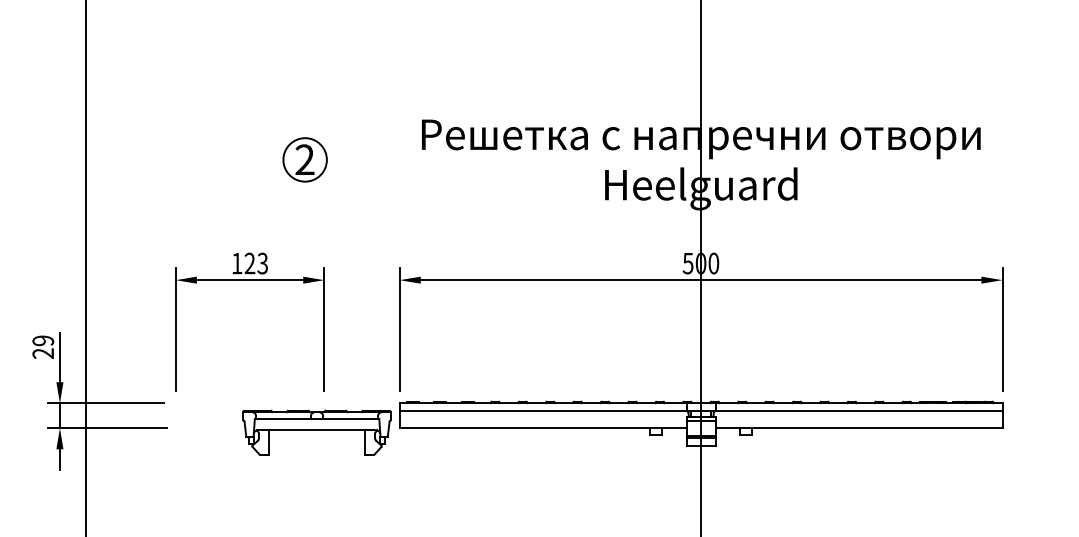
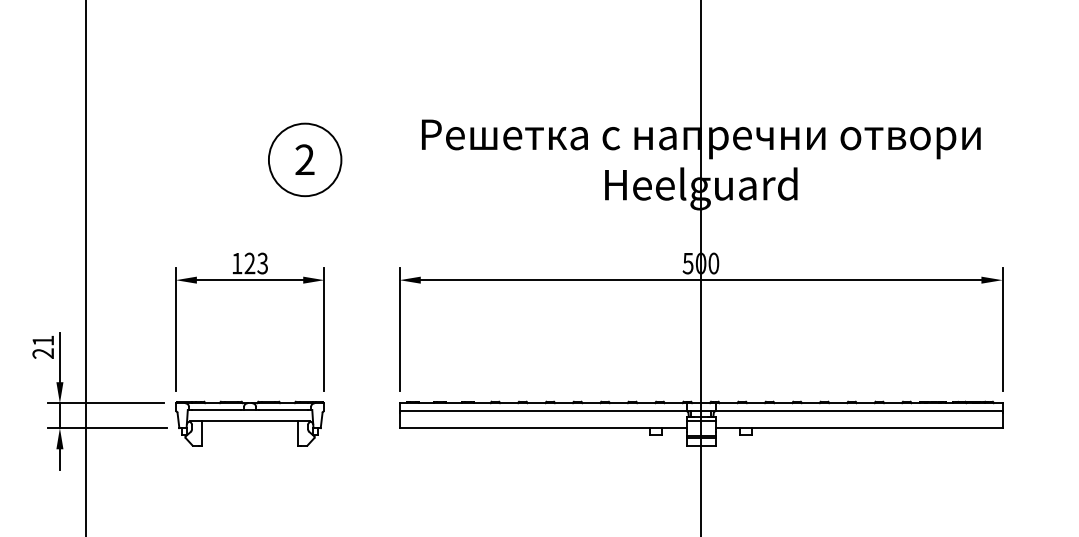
circle at (304, 159) diameter: 43 px -> 72 px
text at (43, 340): 29 -> 21
part at (316, 432) position: (316, 432) -> (249, 423)
